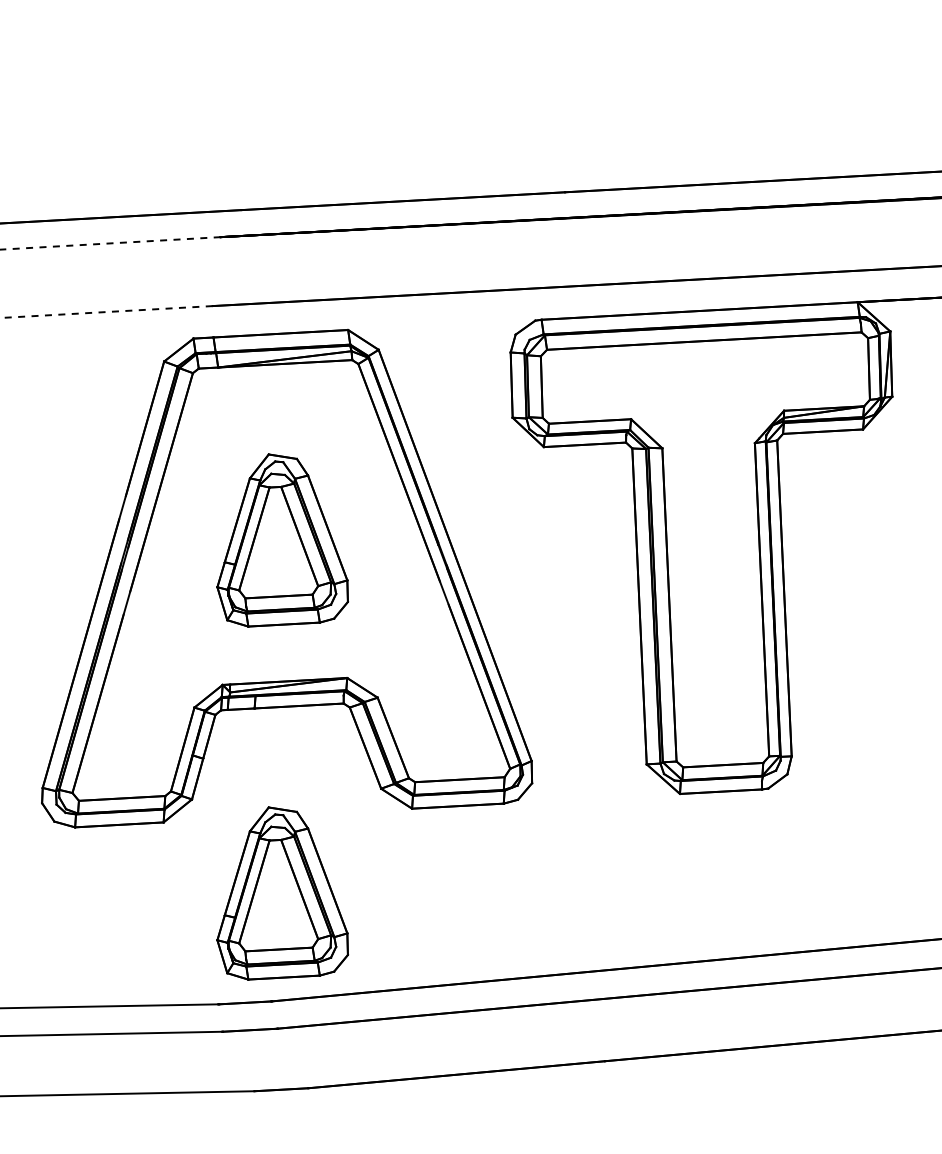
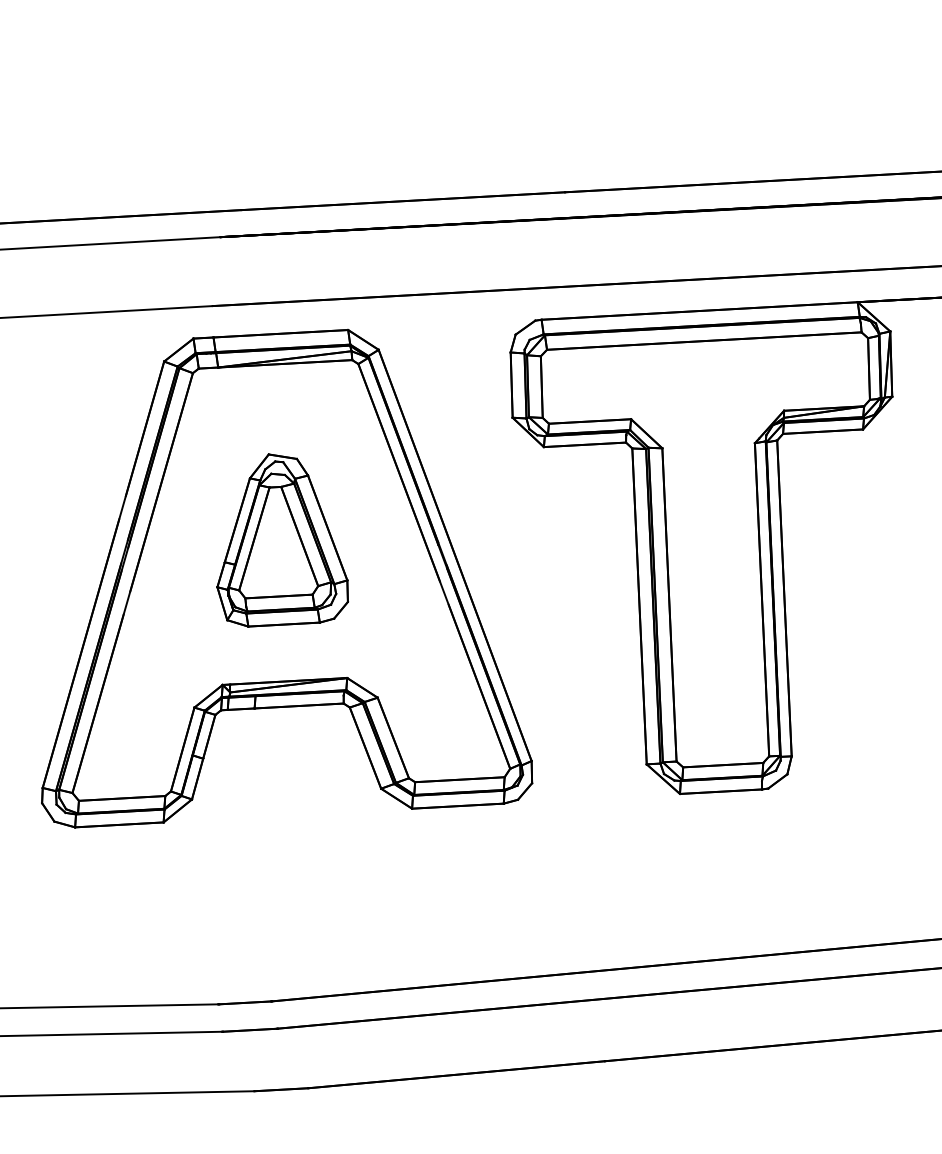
line at (110, 243): dashed -> solid
line at (105, 312): dashed -> solid
part at (282, 893): present -> none
